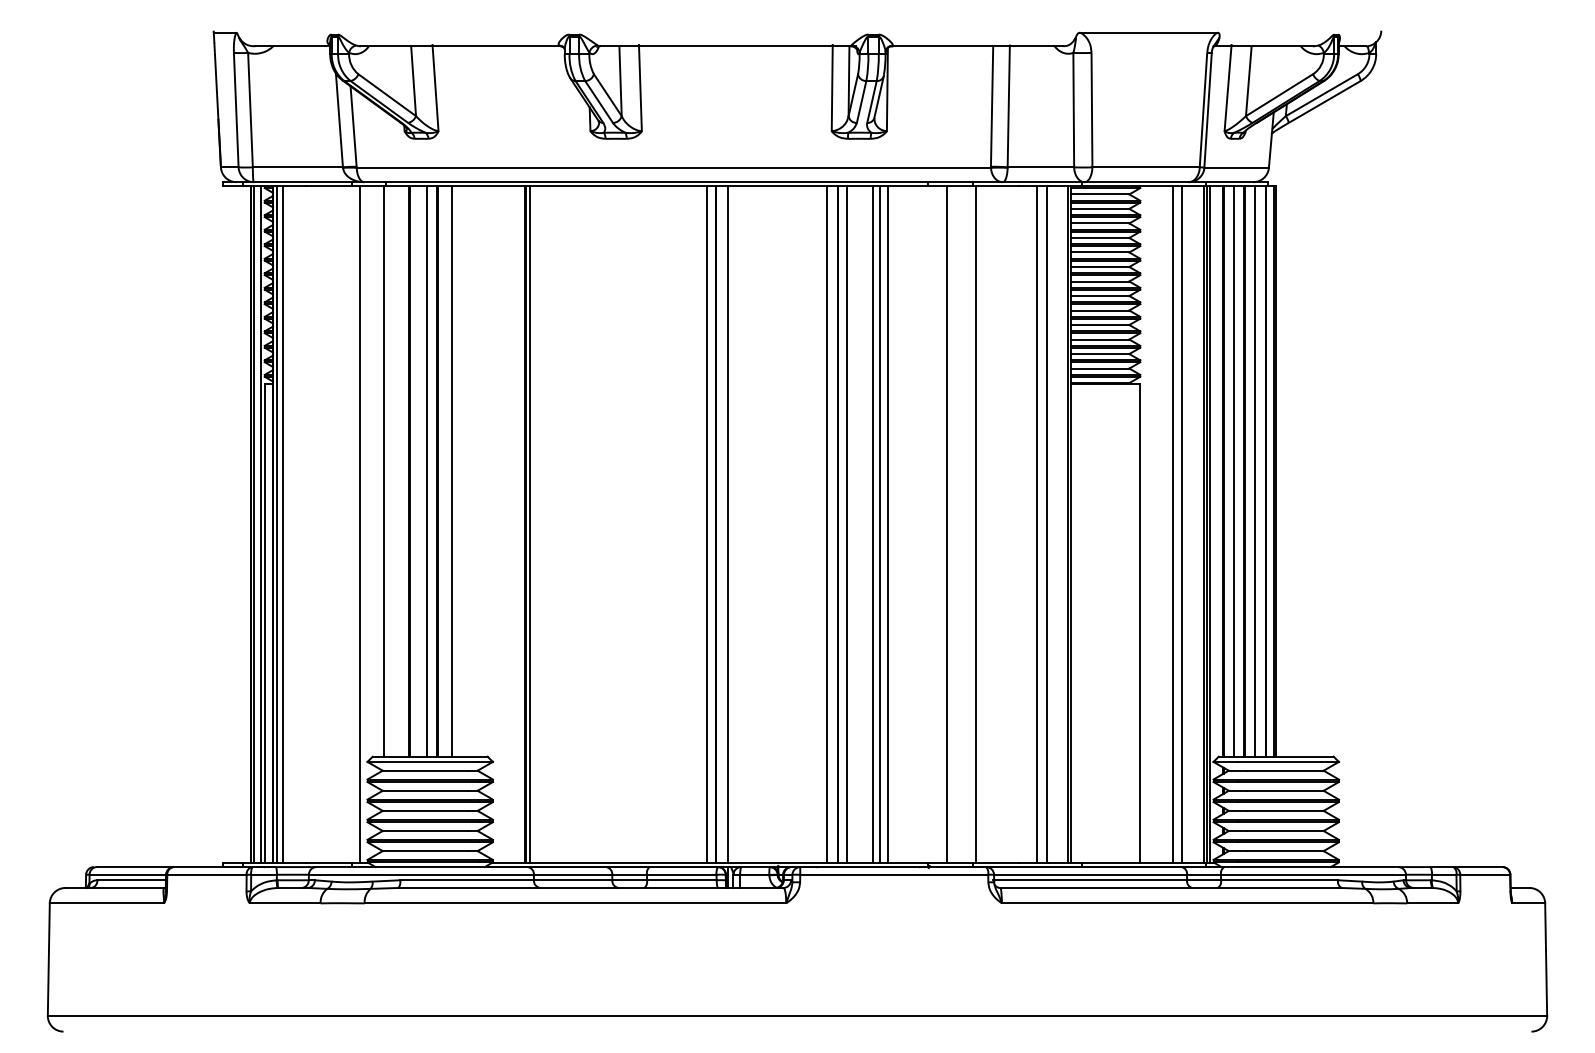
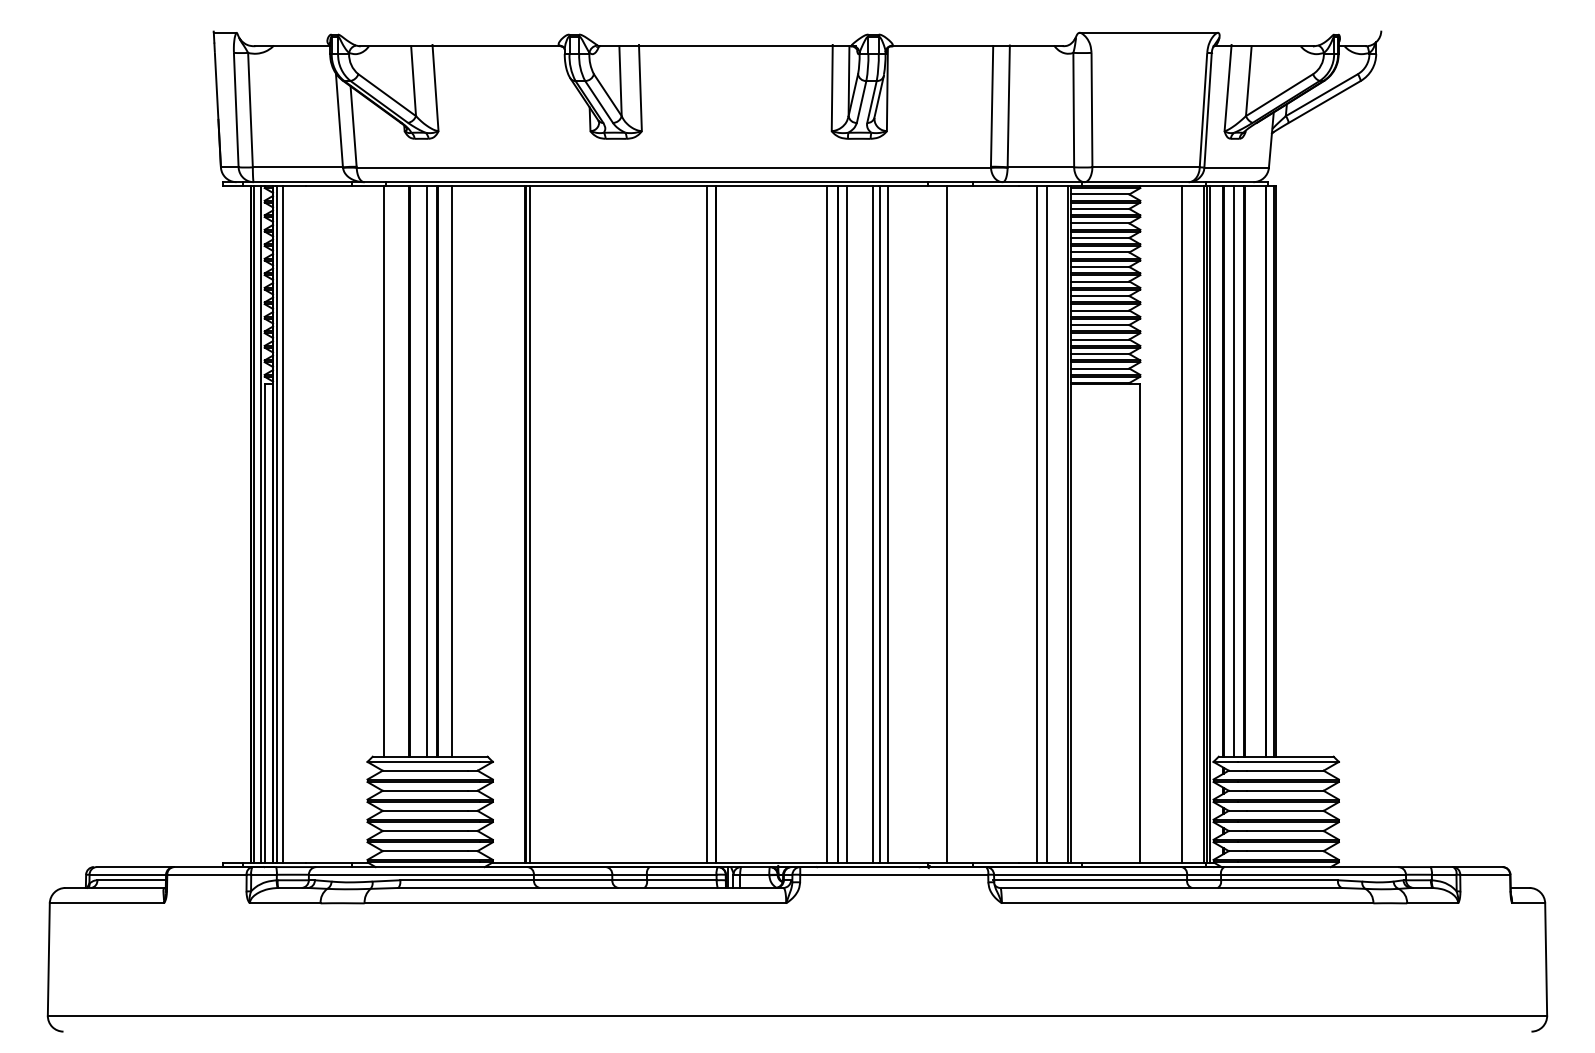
line at (1254, 471): present -> none
line at (360, 524): present -> none
line at (728, 524): present -> none
line at (975, 524): present -> none
line at (1172, 524): present -> none
